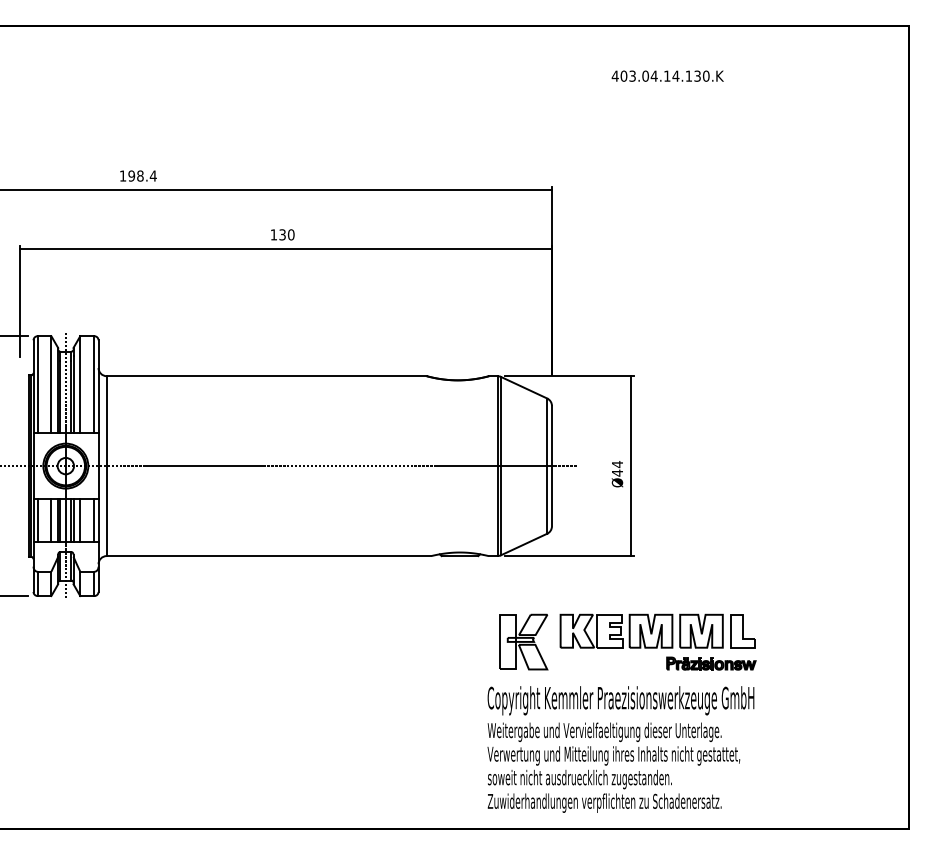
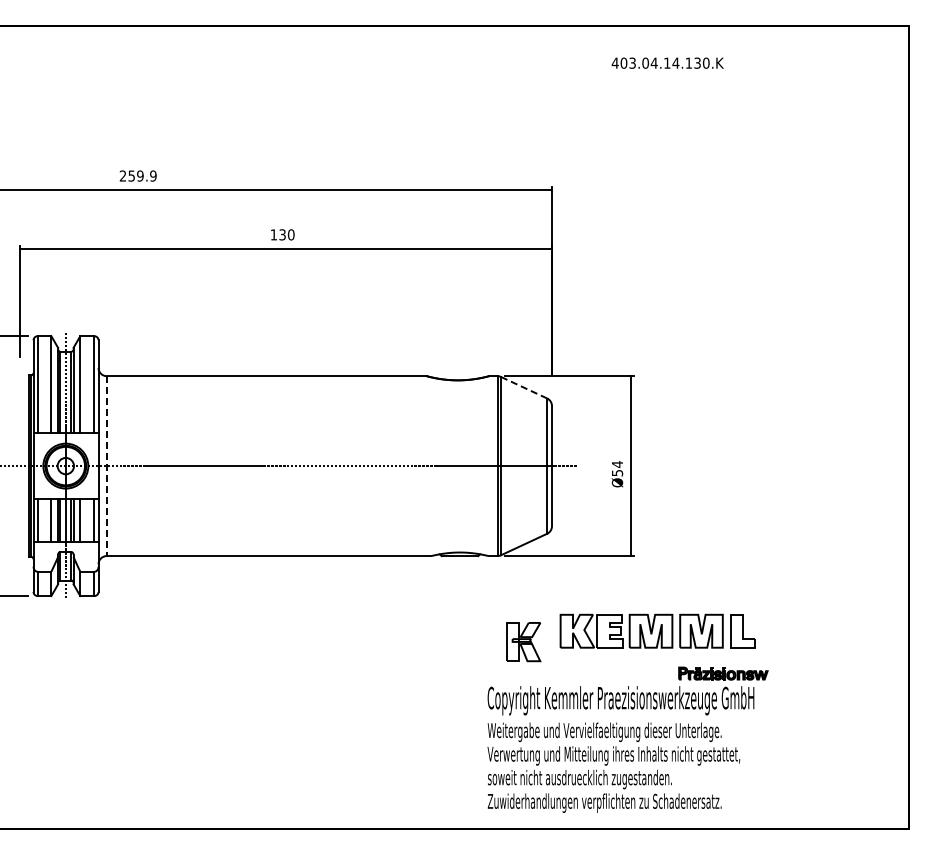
text at (667, 75) position: (667, 75) -> (667, 62)
text at (137, 175): 198.4 -> 259.9
line at (524, 387): solid -> dashed
line at (106, 466): solid -> dashed
text at (617, 472): Ø44 -> Ø54
part at (523, 641) size: 50x58 px -> 36x41 px
part at (711, 663) position: (711, 663) -> (723, 673)
